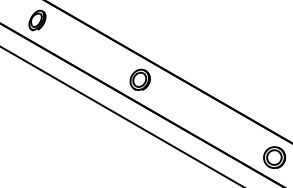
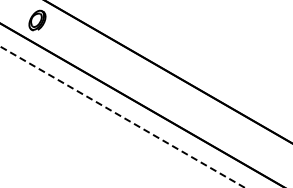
part at (139, 79): present -> none
line at (122, 117): solid -> dashed
part at (274, 157): present -> none
